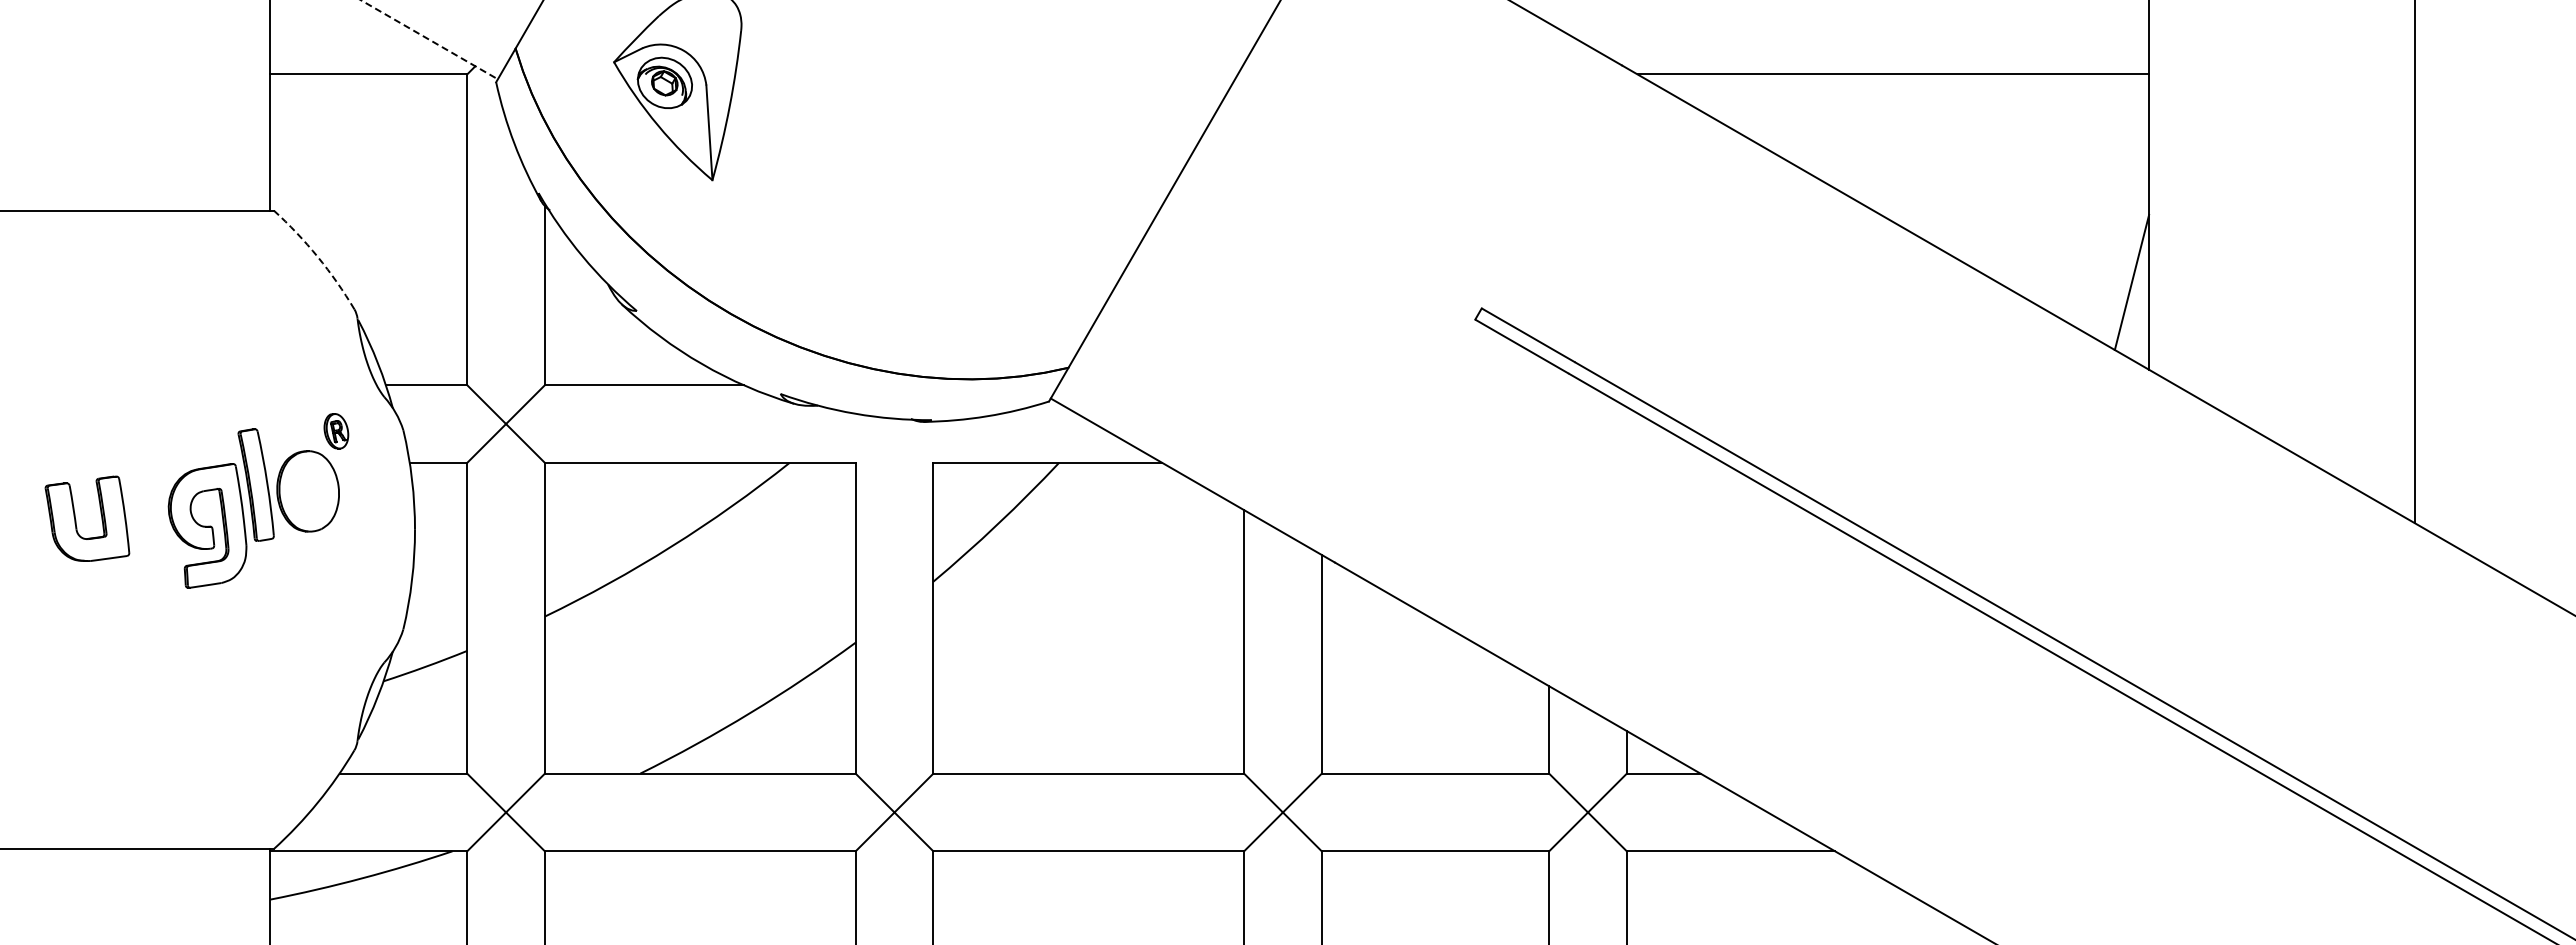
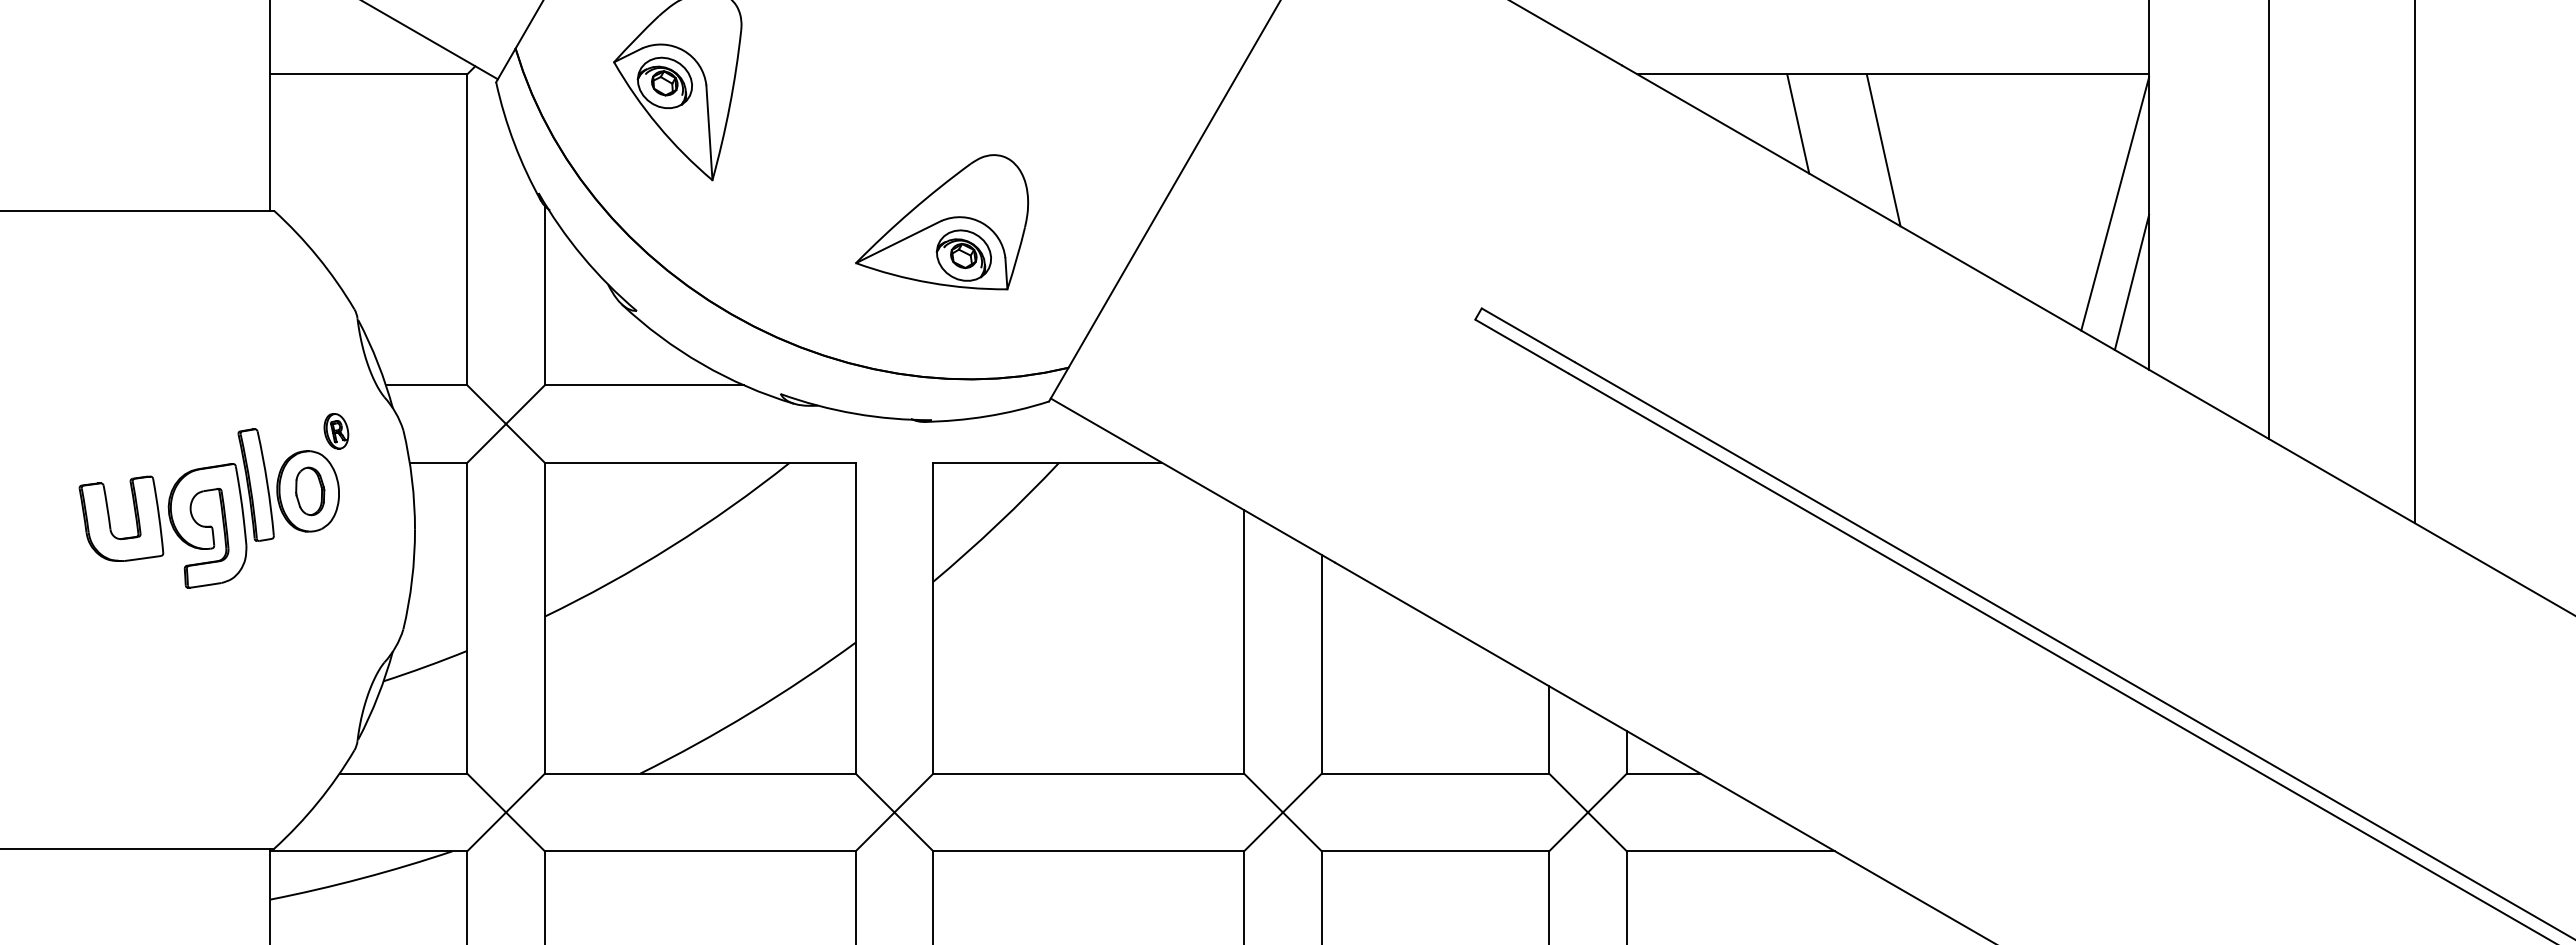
line at (429, 39): dashed -> solid
line at (1798, 123): none -> present
line at (1883, 150): none -> present
line at (2115, 203): none -> present
line at (2269, 220): none -> present
part at (942, 222): none -> present
arc at (317, 256): dashed -> solid
part at (310, 491): none -> present
part at (76, 519) position: (76, 519) -> (110, 519)
